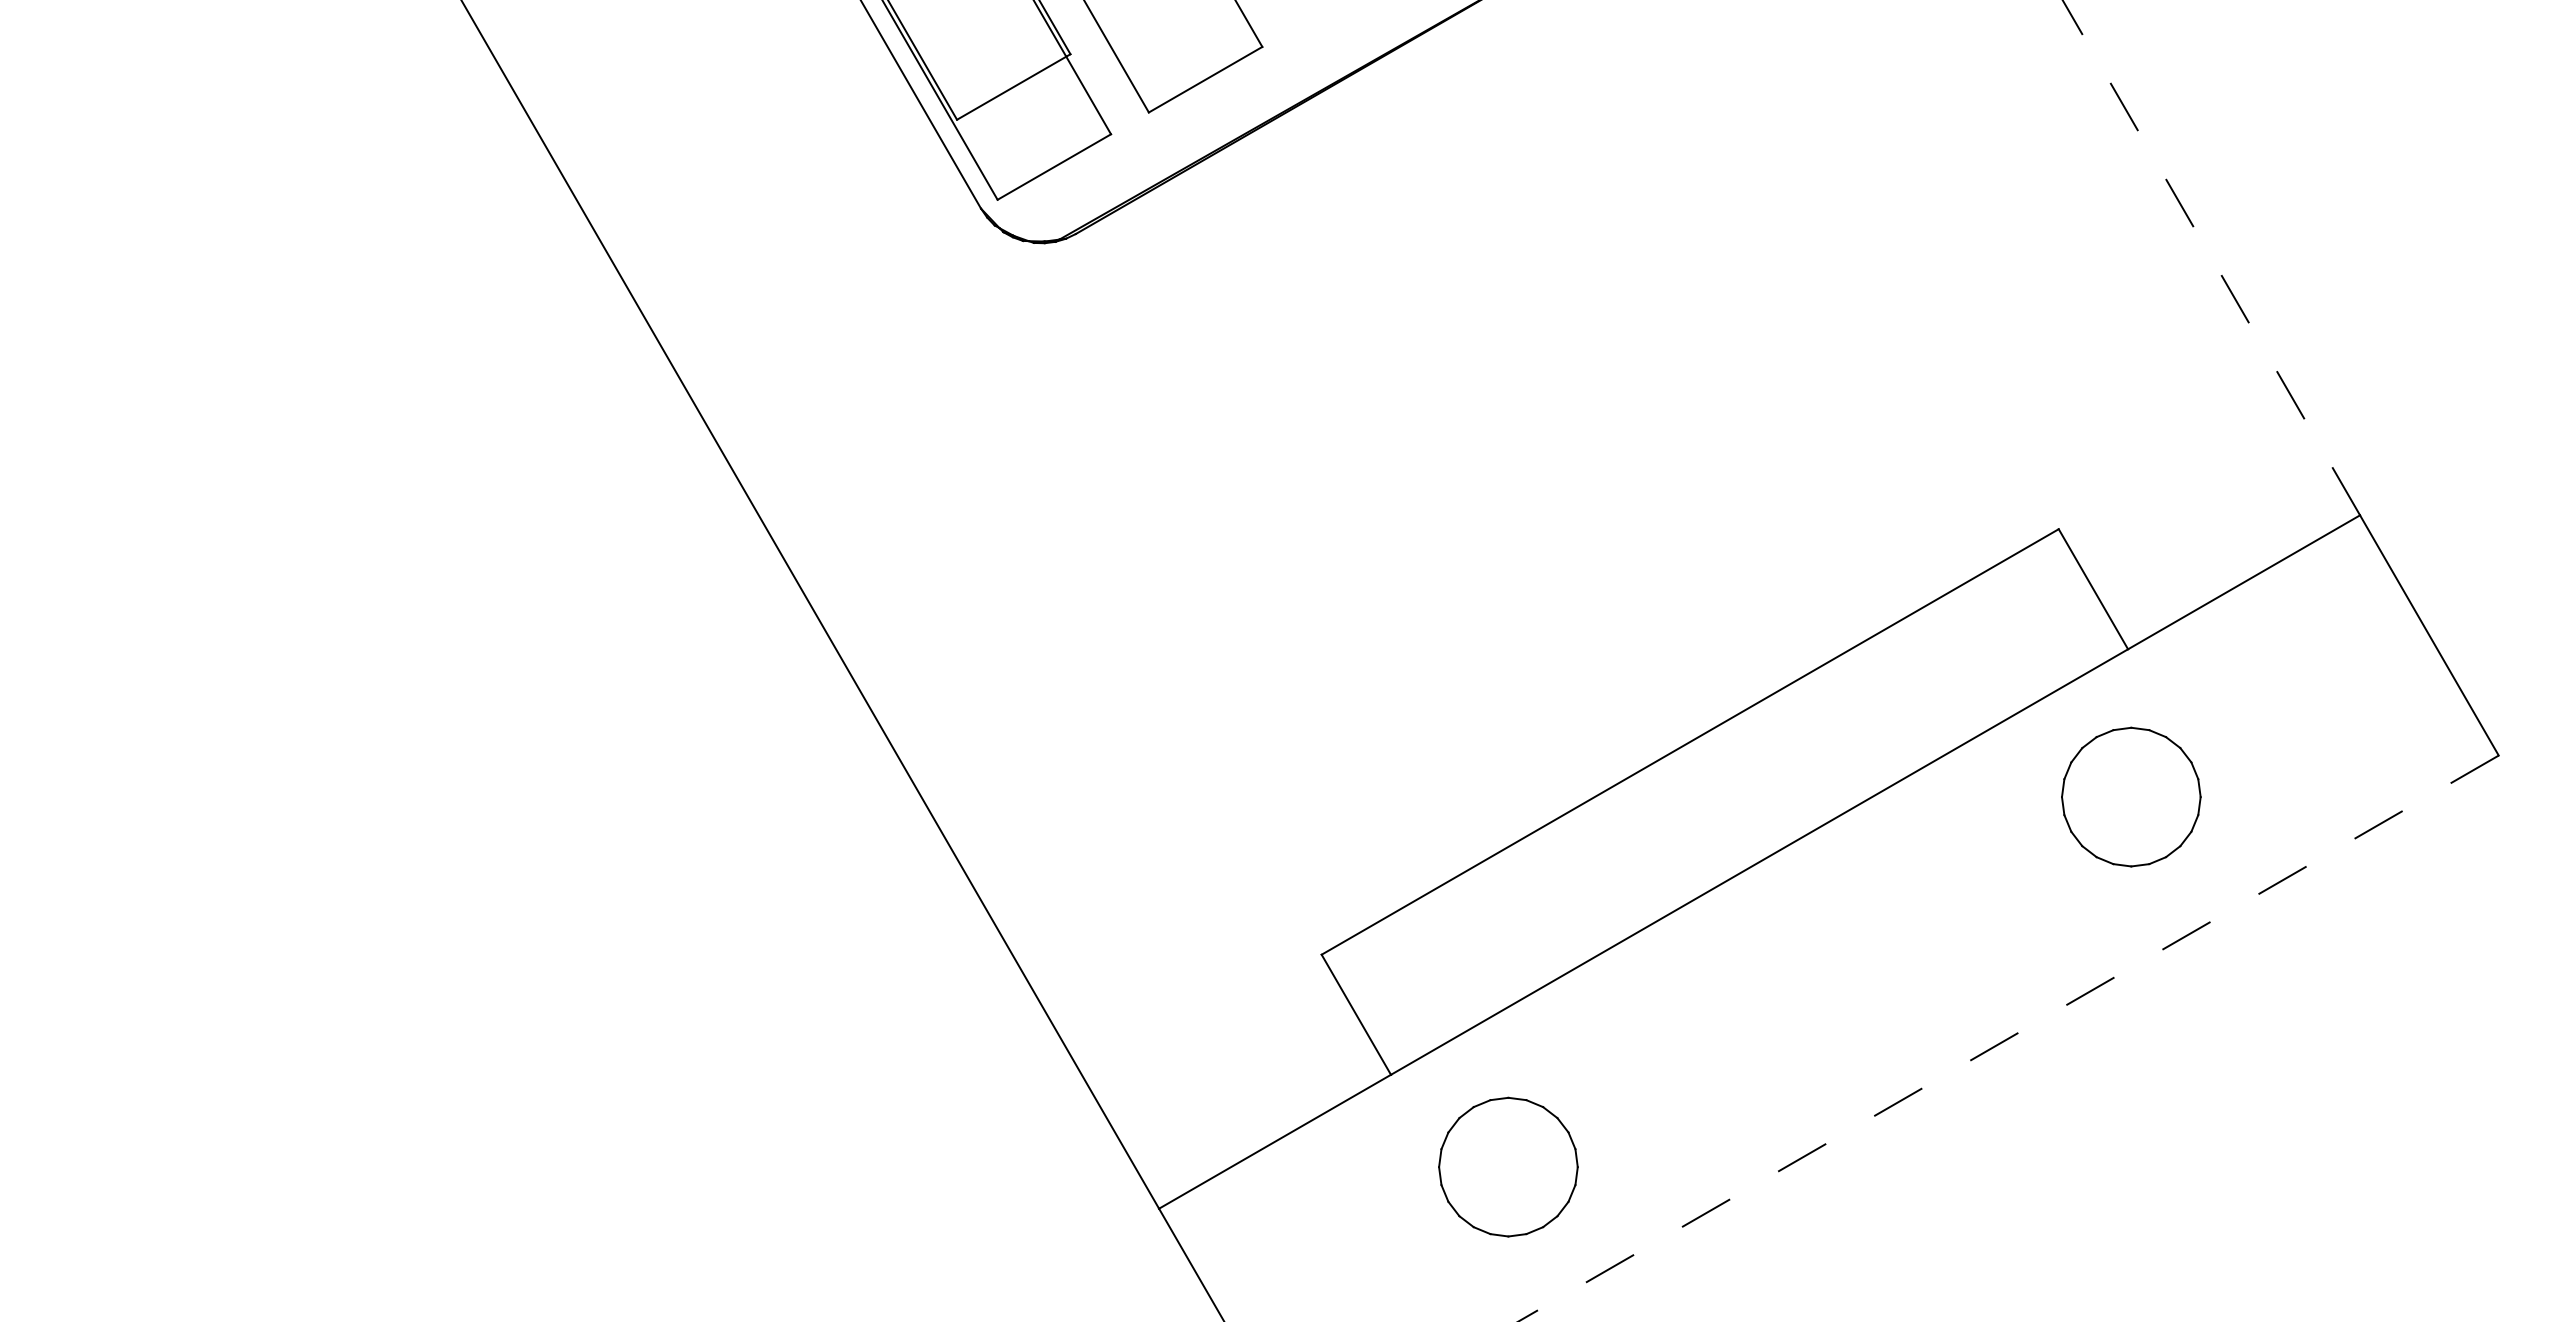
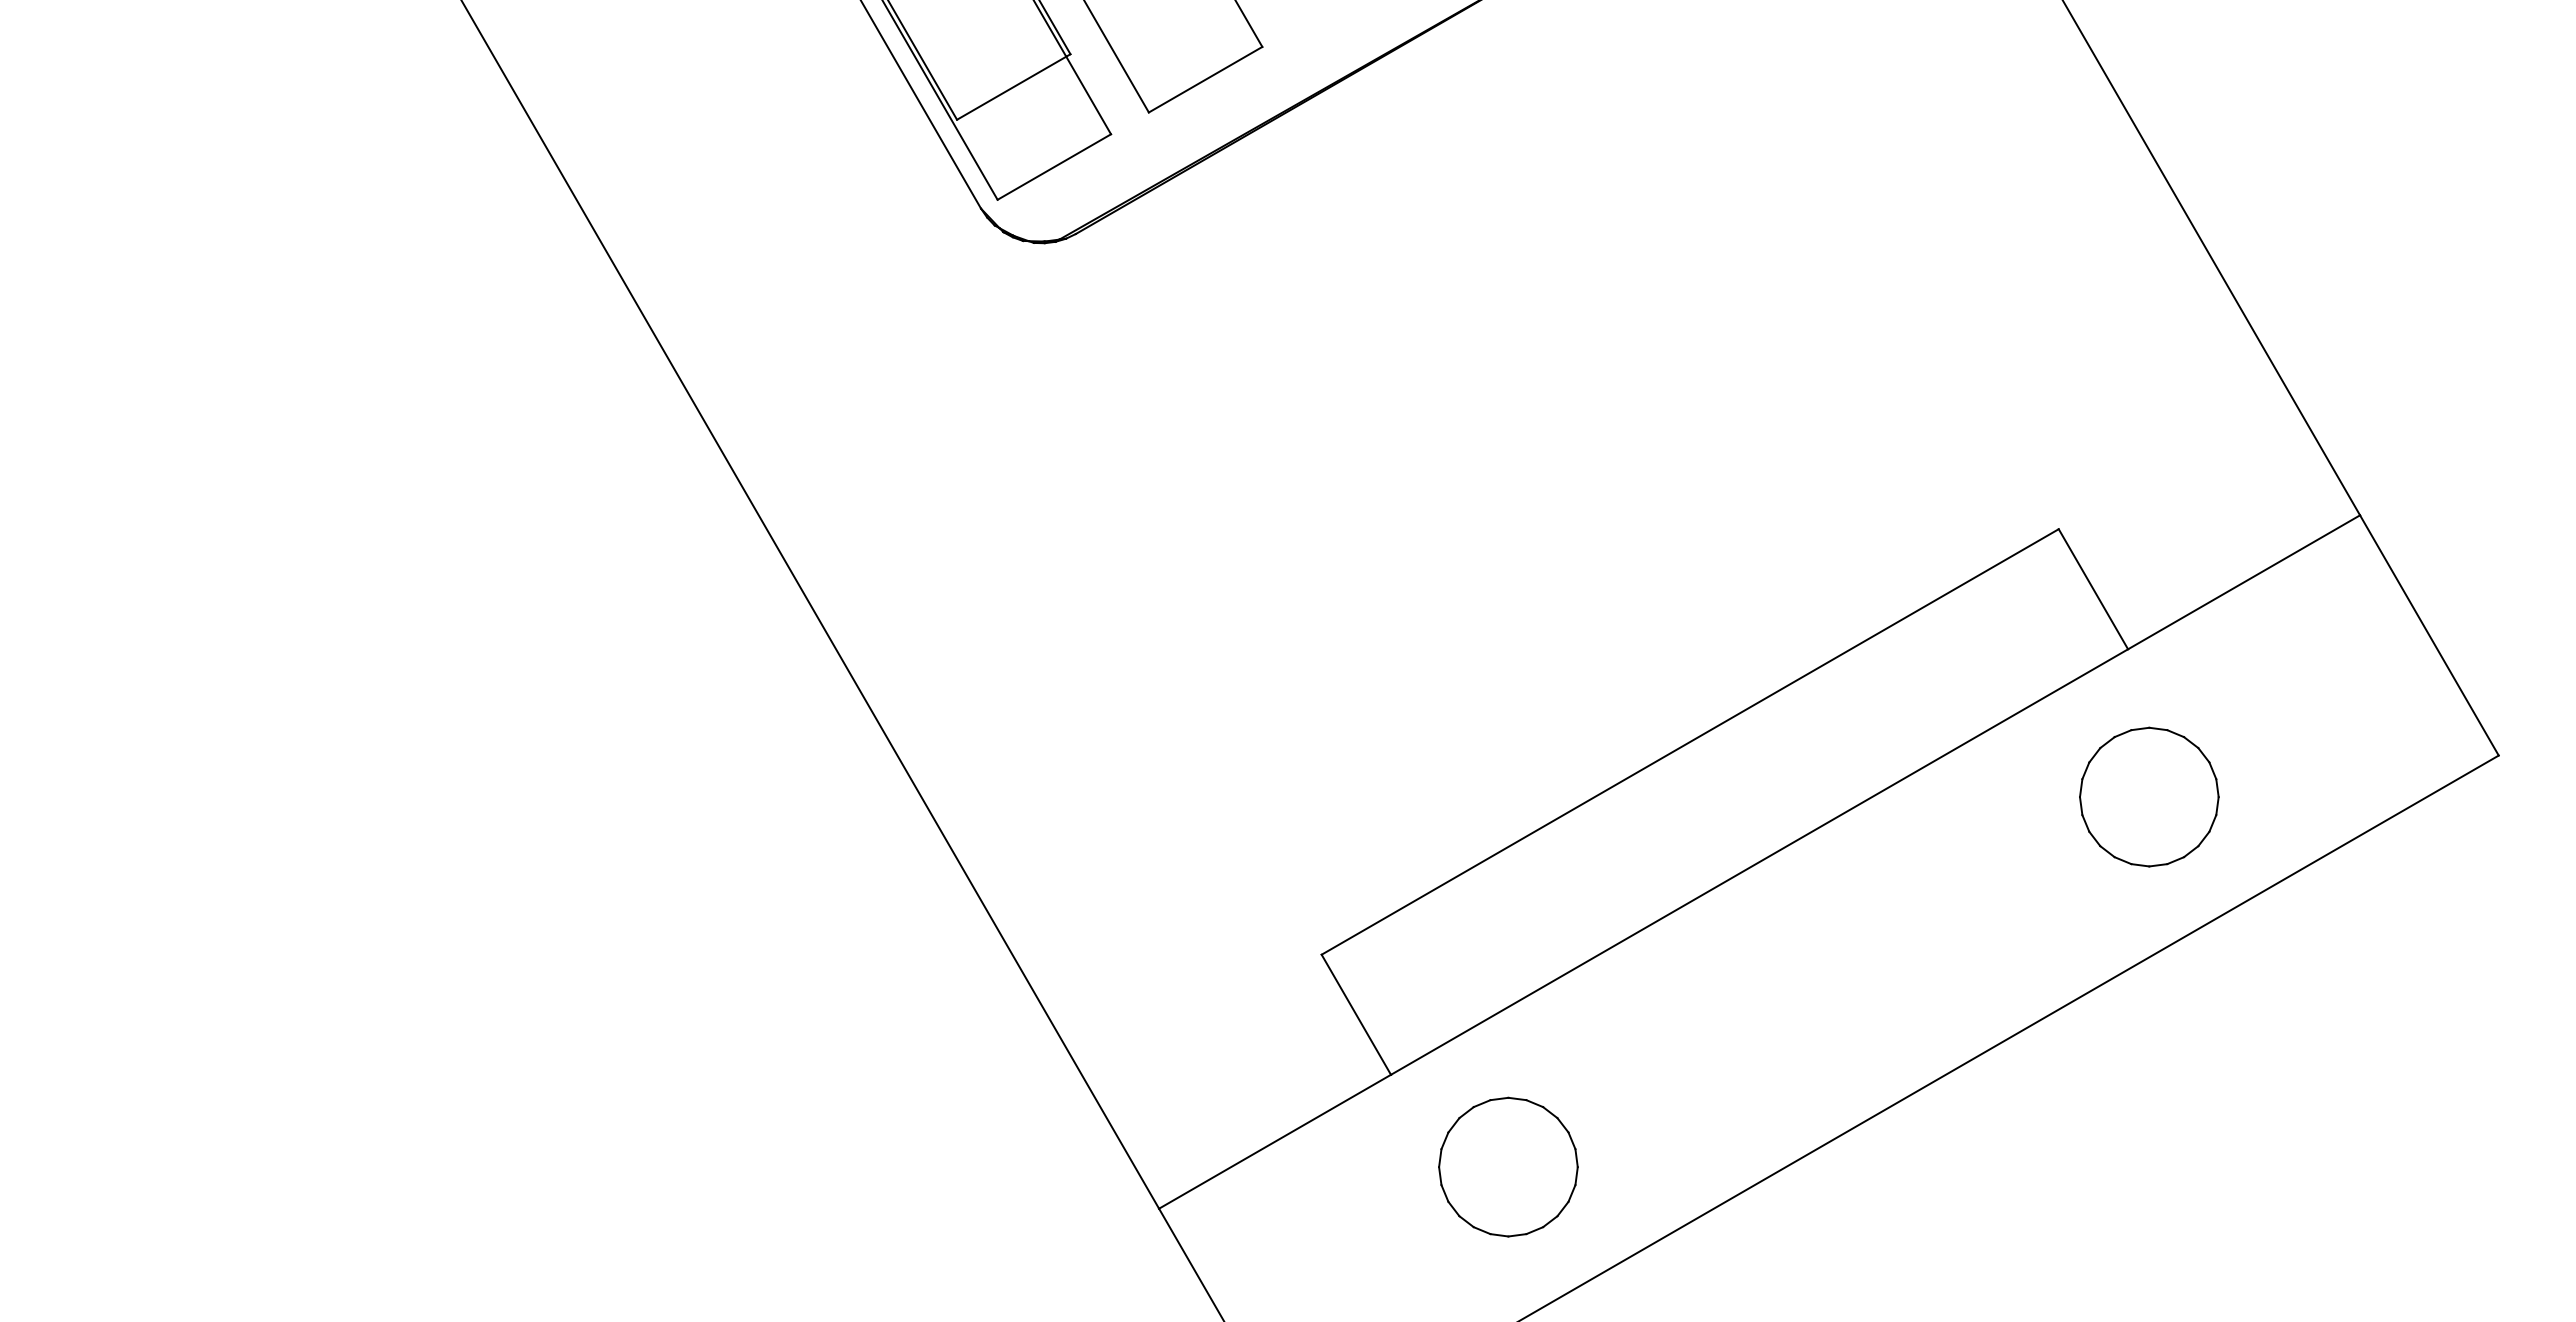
line at (2211, 257): dashed -> solid
part at (2131, 796) position: (2131, 796) -> (2149, 796)
line at (2008, 1038): dashed -> solid
